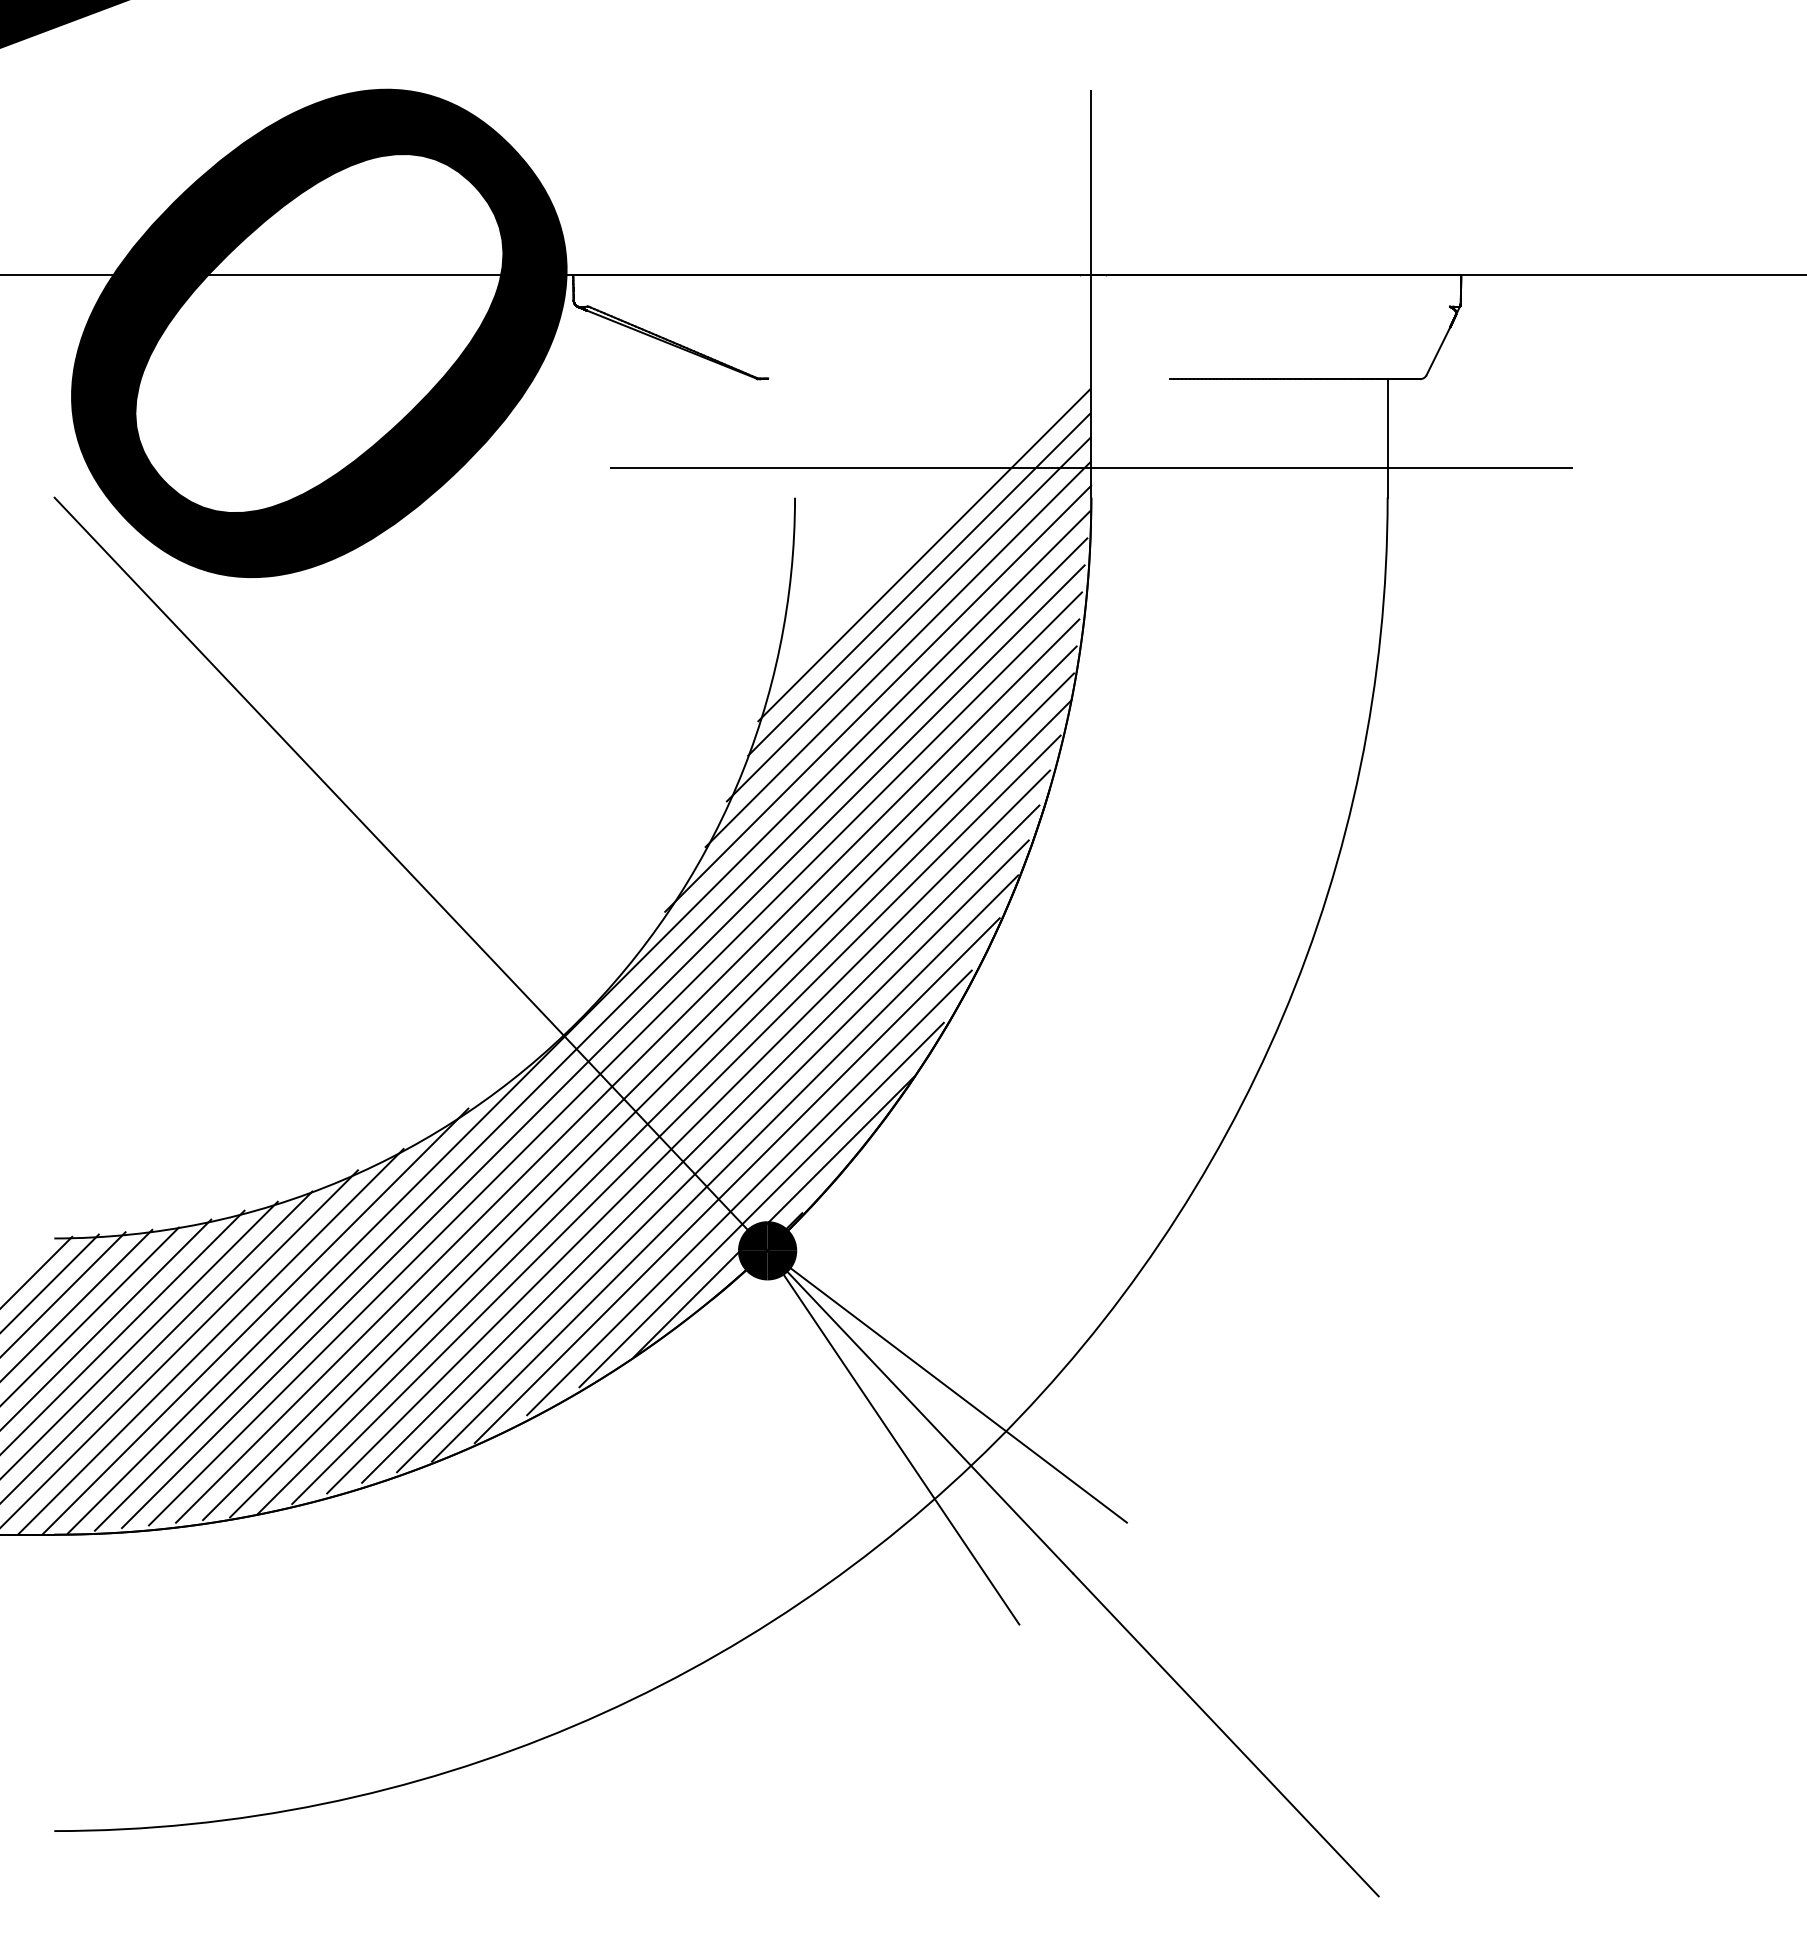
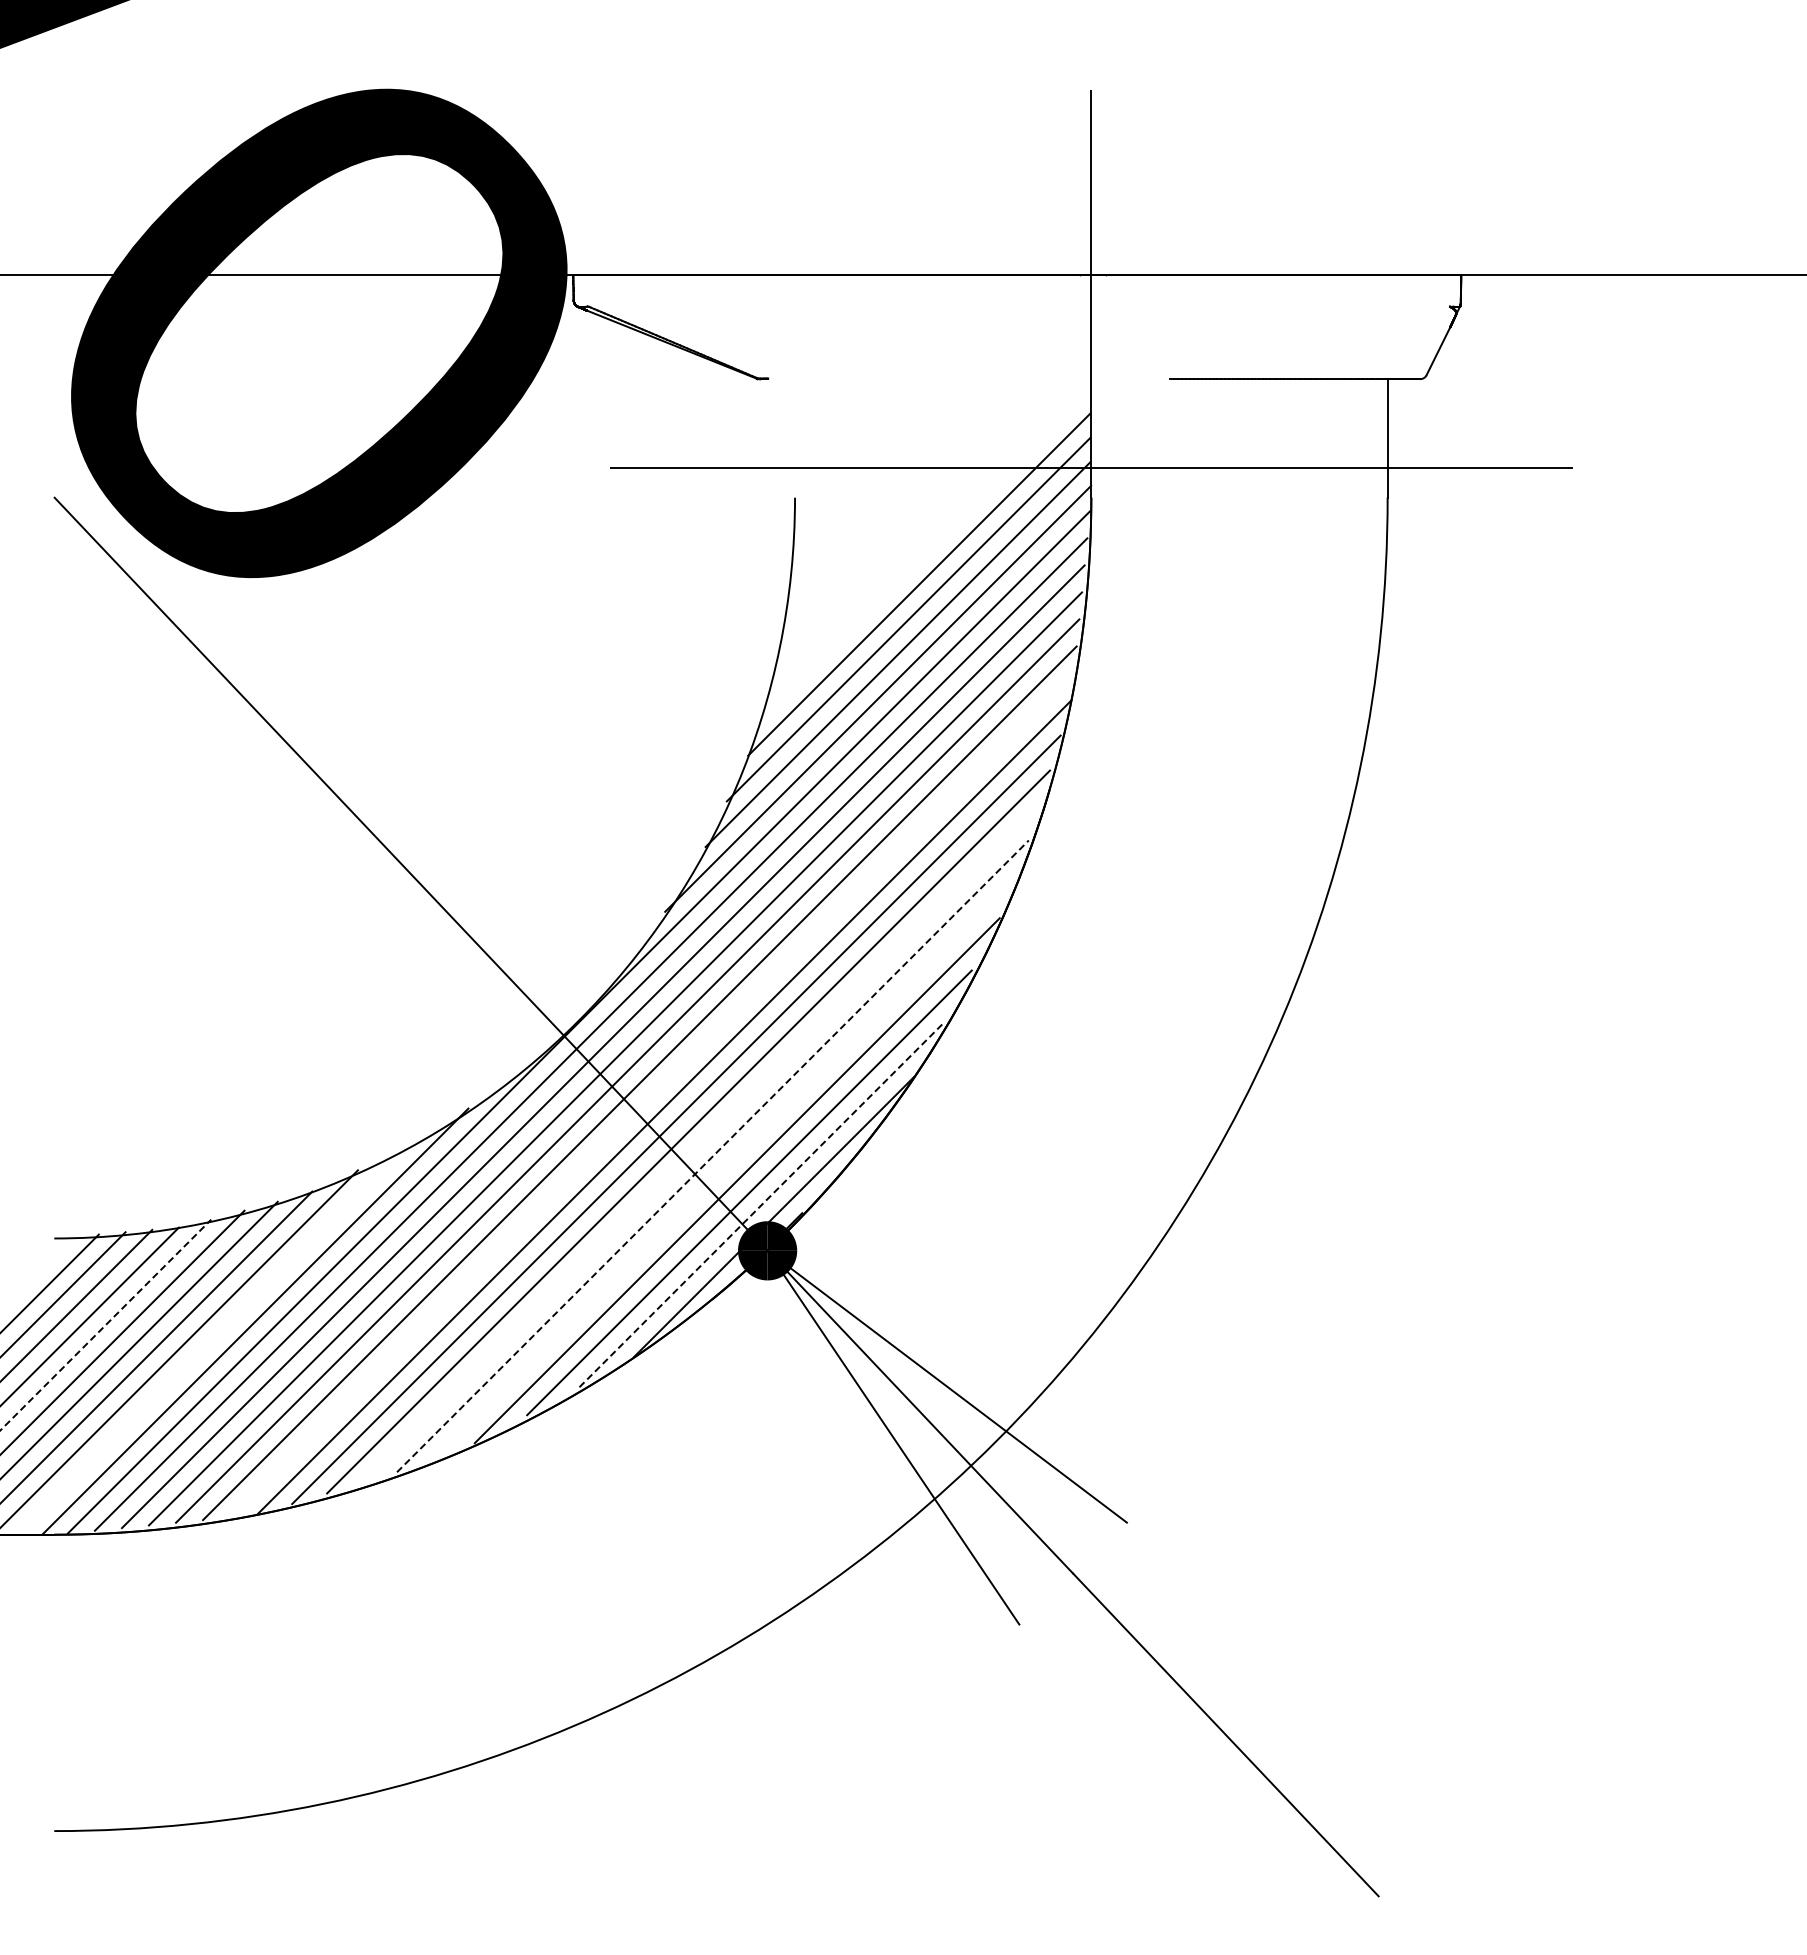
line at (923, 555): present -> none
line at (652, 1095): present -> none
line at (700, 1143): present -> none
line at (712, 1156): solid -> dashed
line at (725, 1168): present -> none
line at (761, 1205): solid -> dashed
line at (37, 1271): present -> none
line at (105, 1324): solid -> dashed
line at (210, 1341): present -> none
